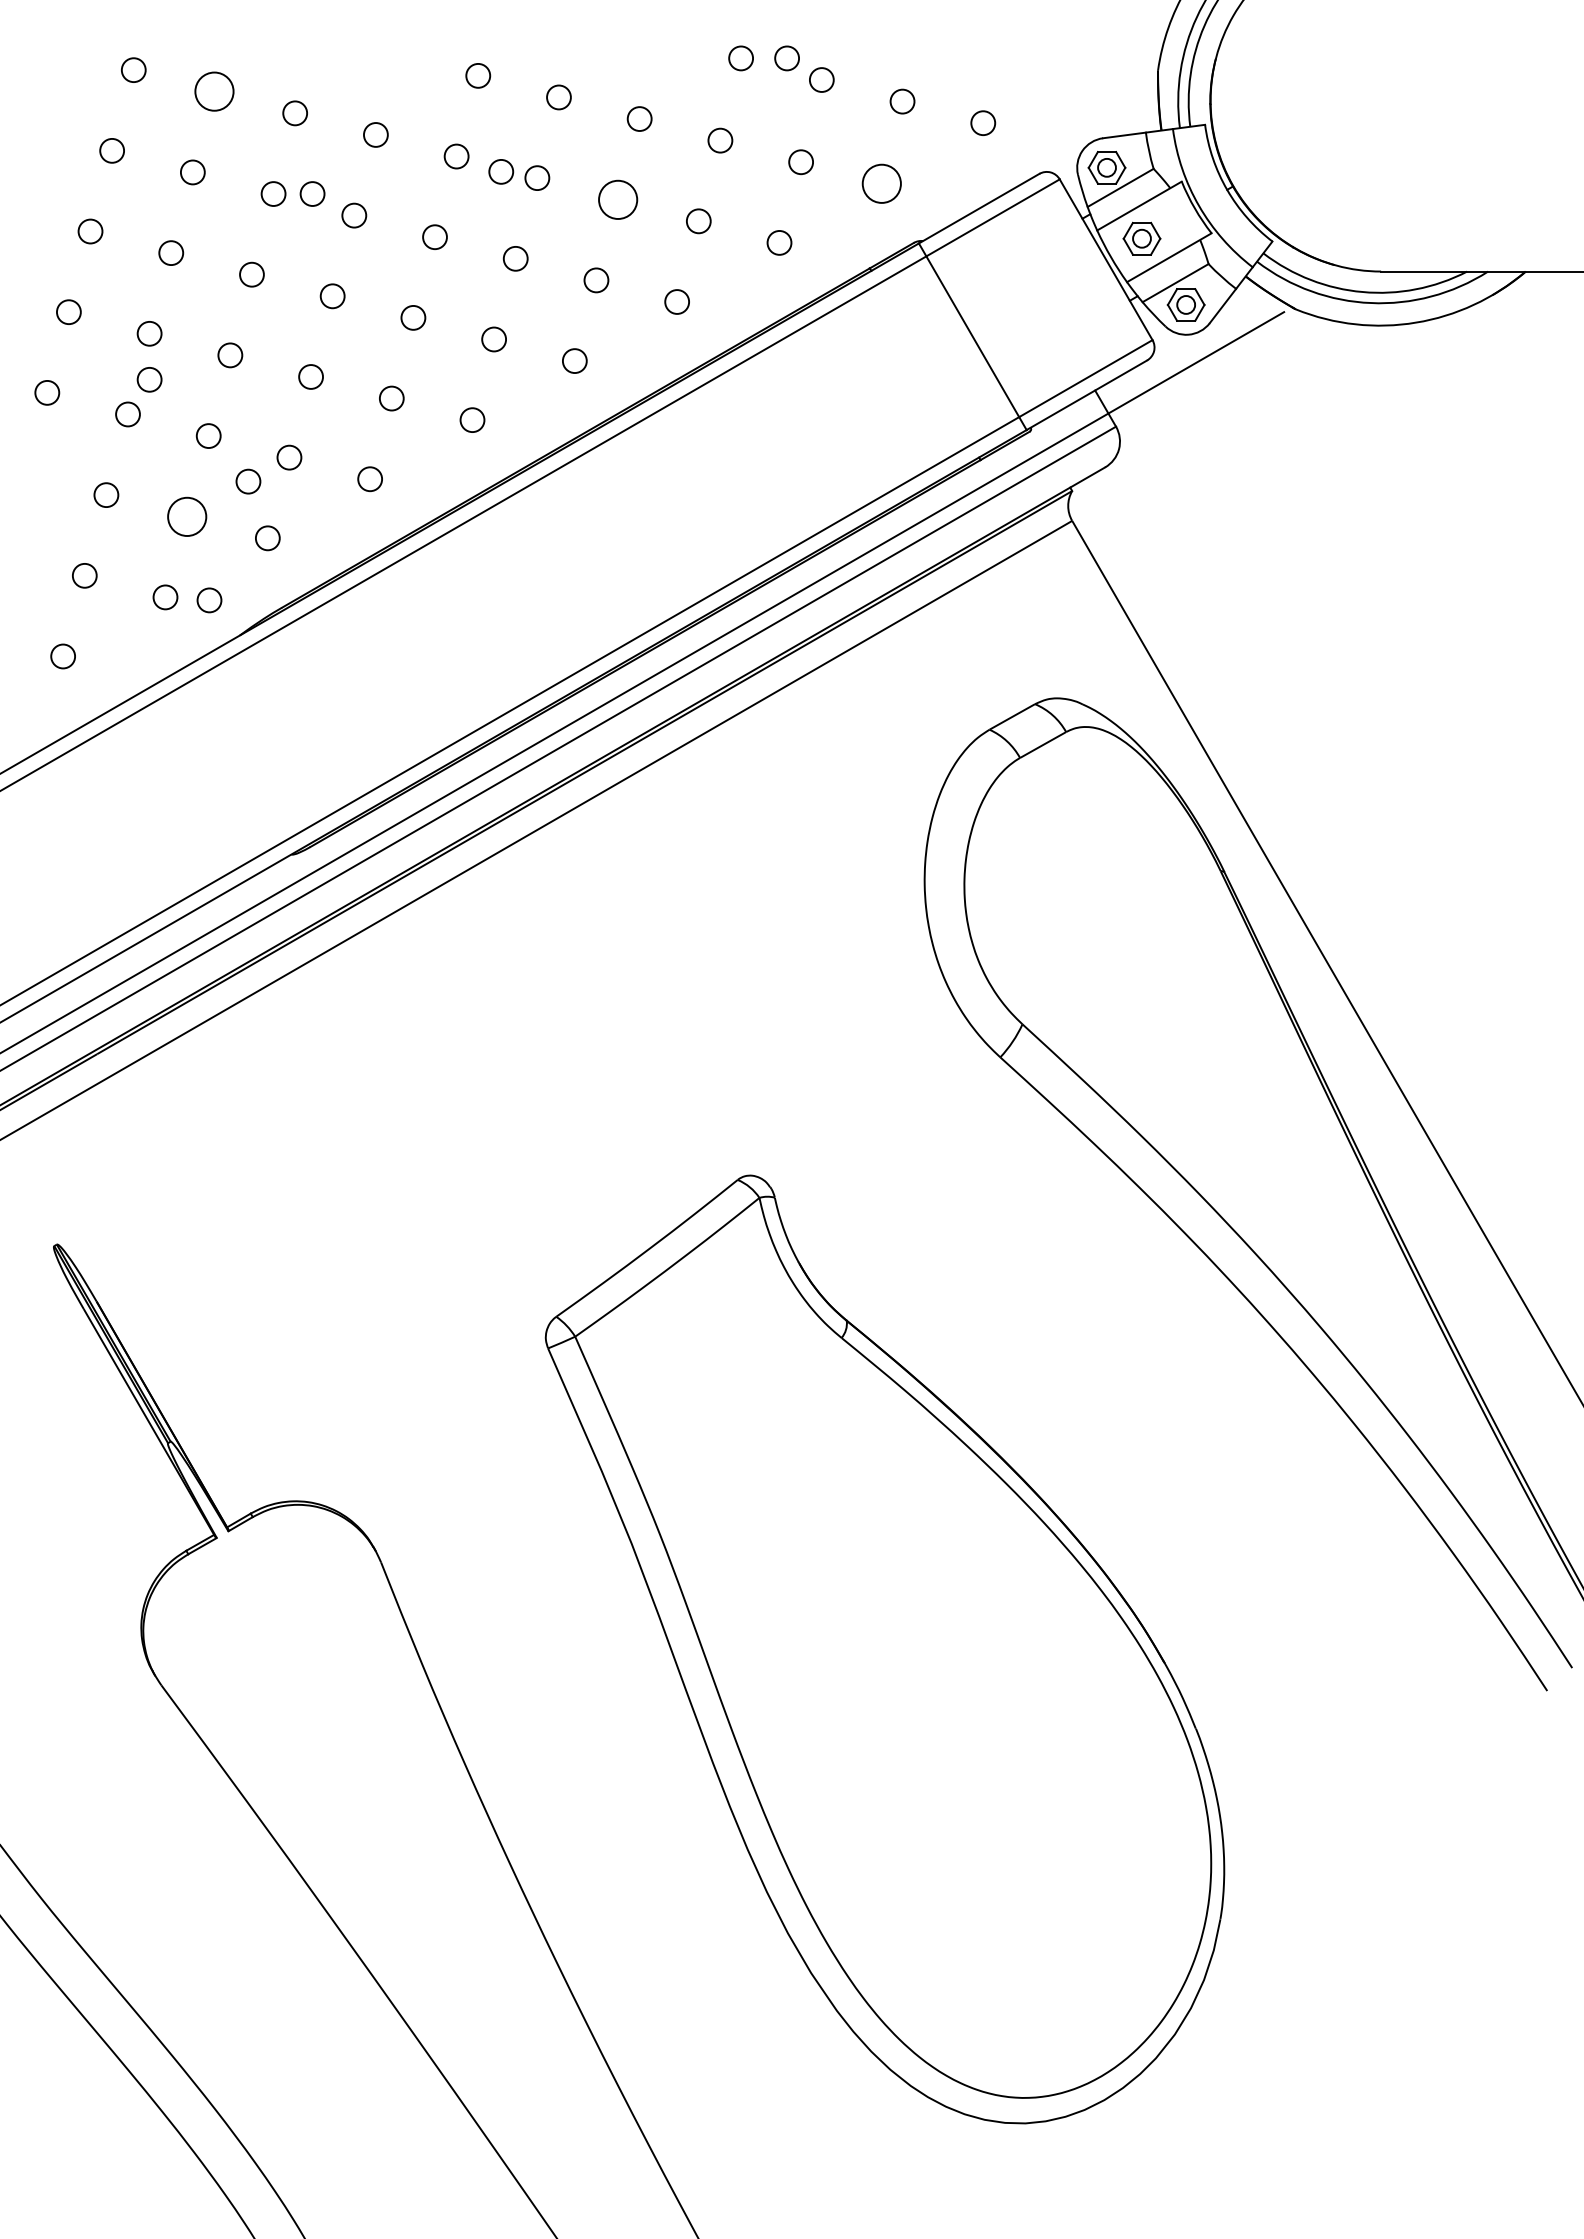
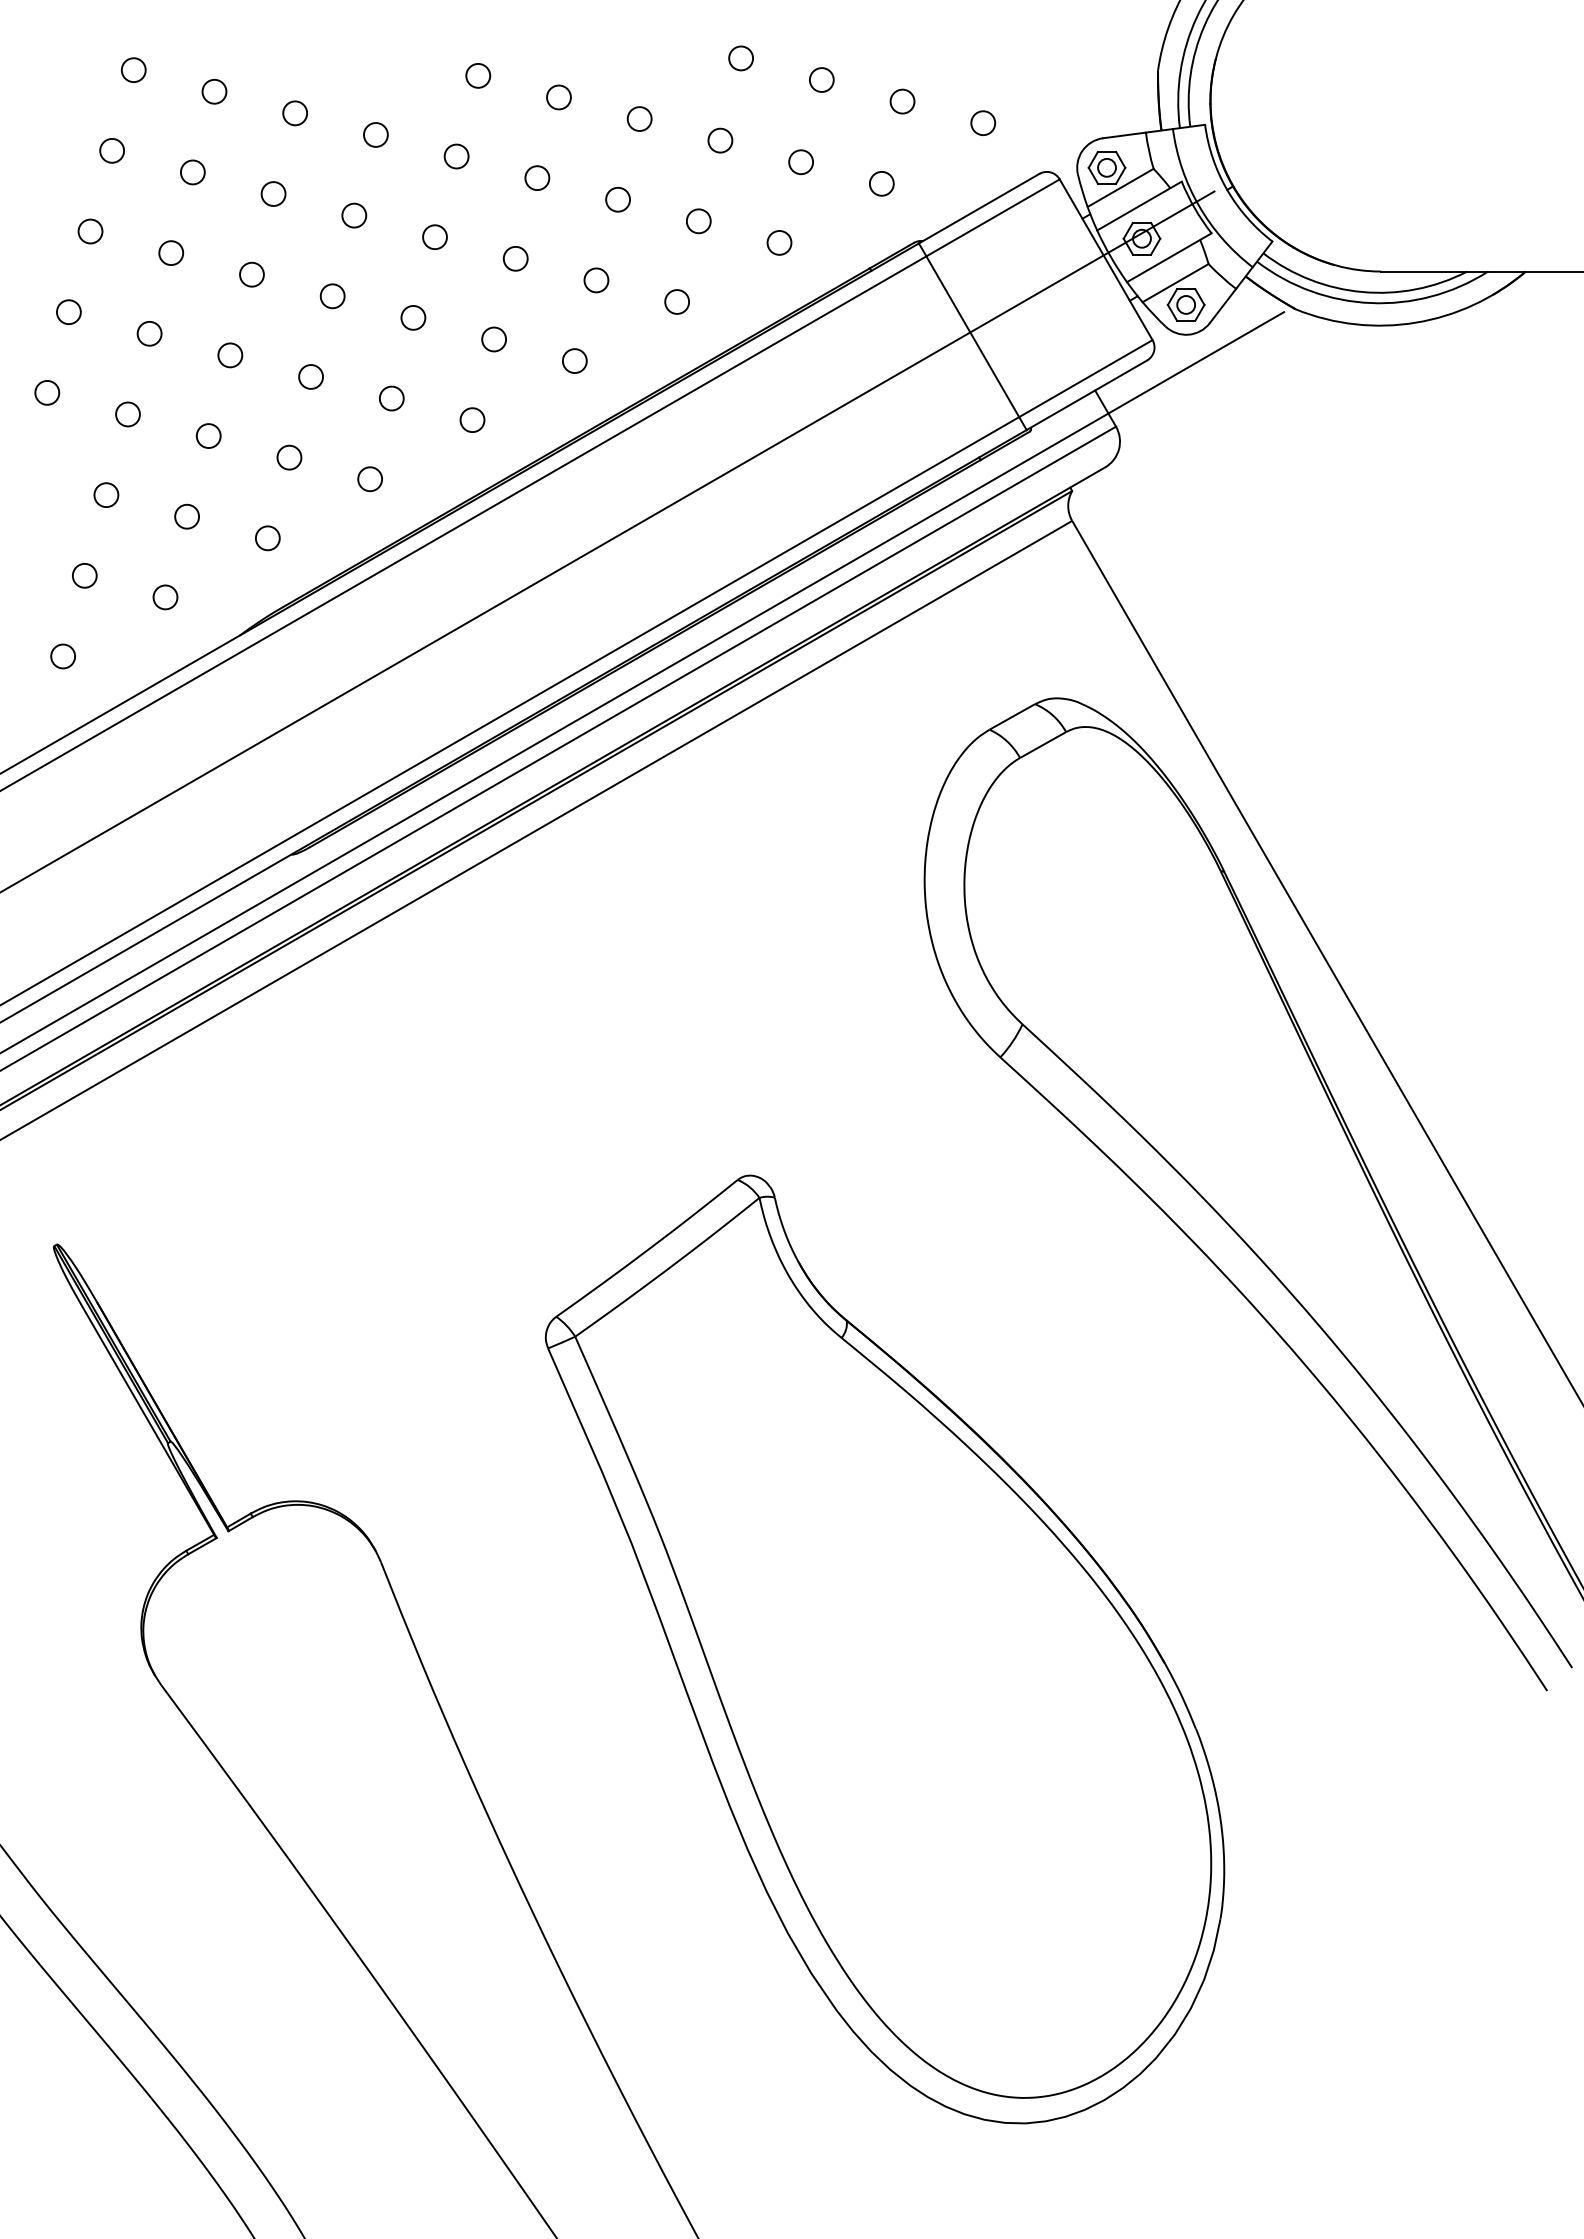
circle at (786, 58): present -> none
circle at (214, 91) size: 41x41 px -> 27x26 px
circle at (501, 171): present -> none
circle at (881, 183) diameter: 38 px -> 24 px
circle at (312, 193): present -> none
circle at (618, 199) size: 41x41 px -> 26x27 px
circle at (149, 379): present -> none
circle at (248, 481): present -> none
circle at (187, 516) size: 41x41 px -> 26x27 px
line at (608, 541): none -> present
circle at (209, 600): present -> none
